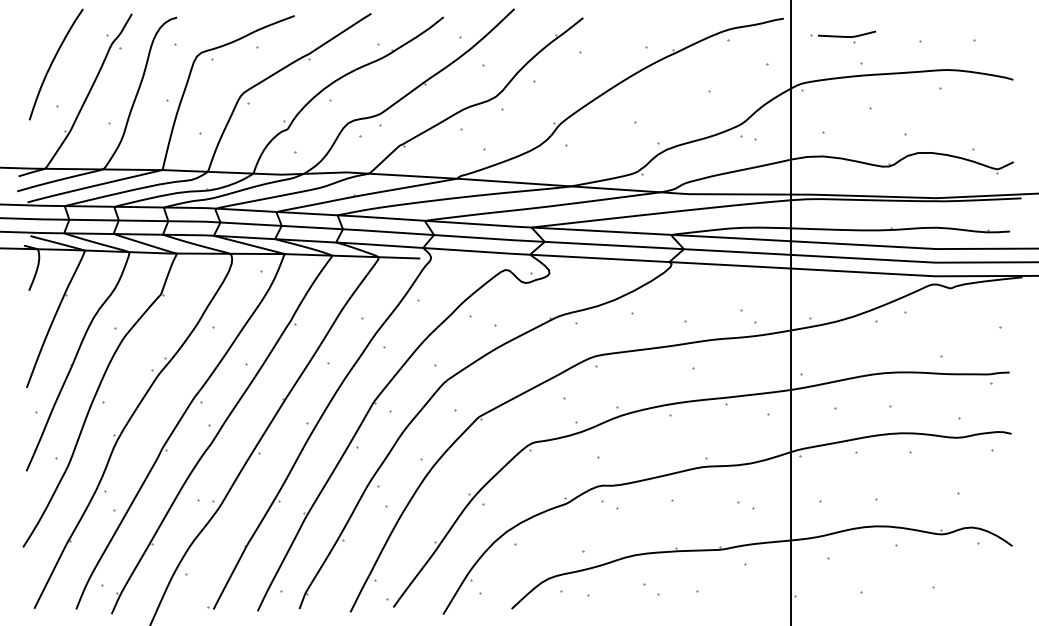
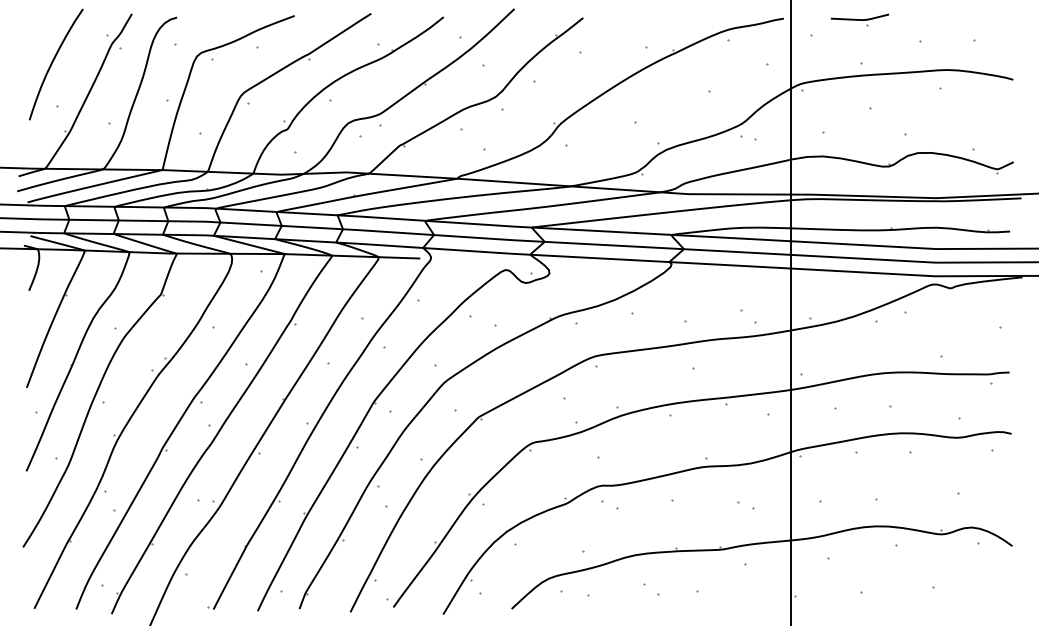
part at (846, 36) position: (846, 36) -> (859, 19)
